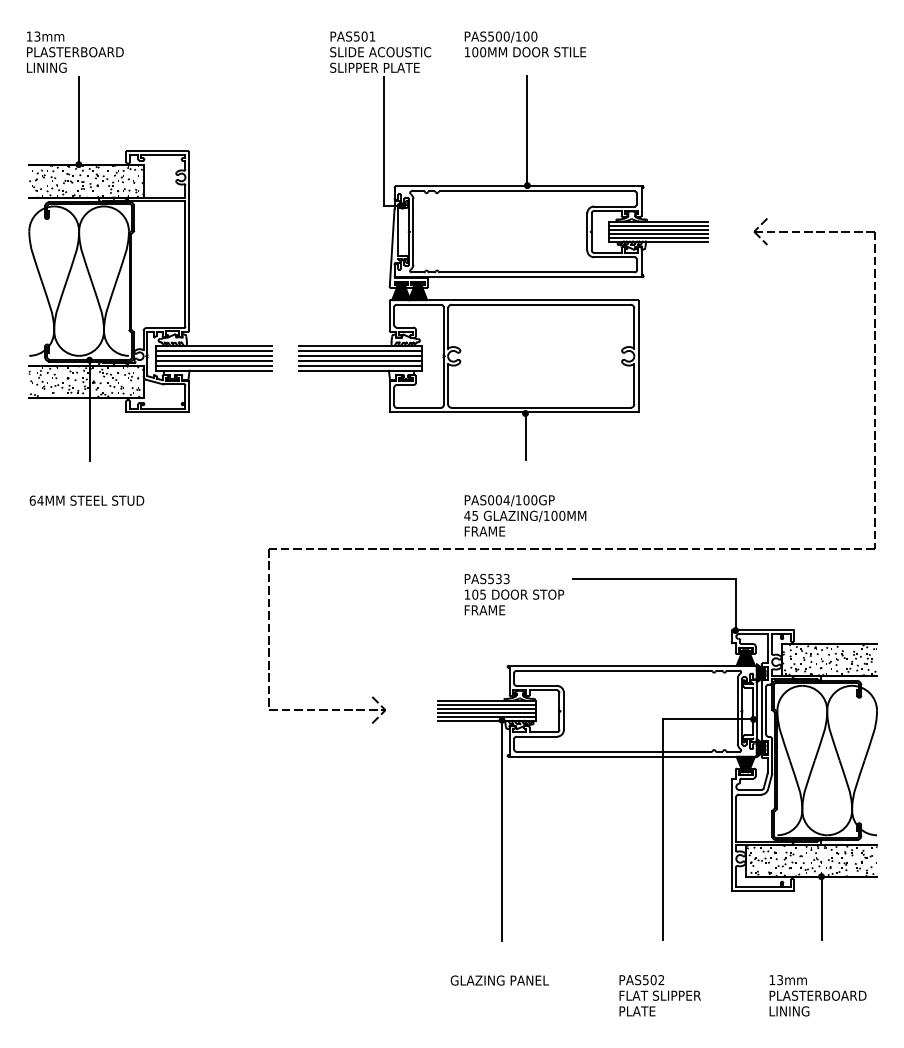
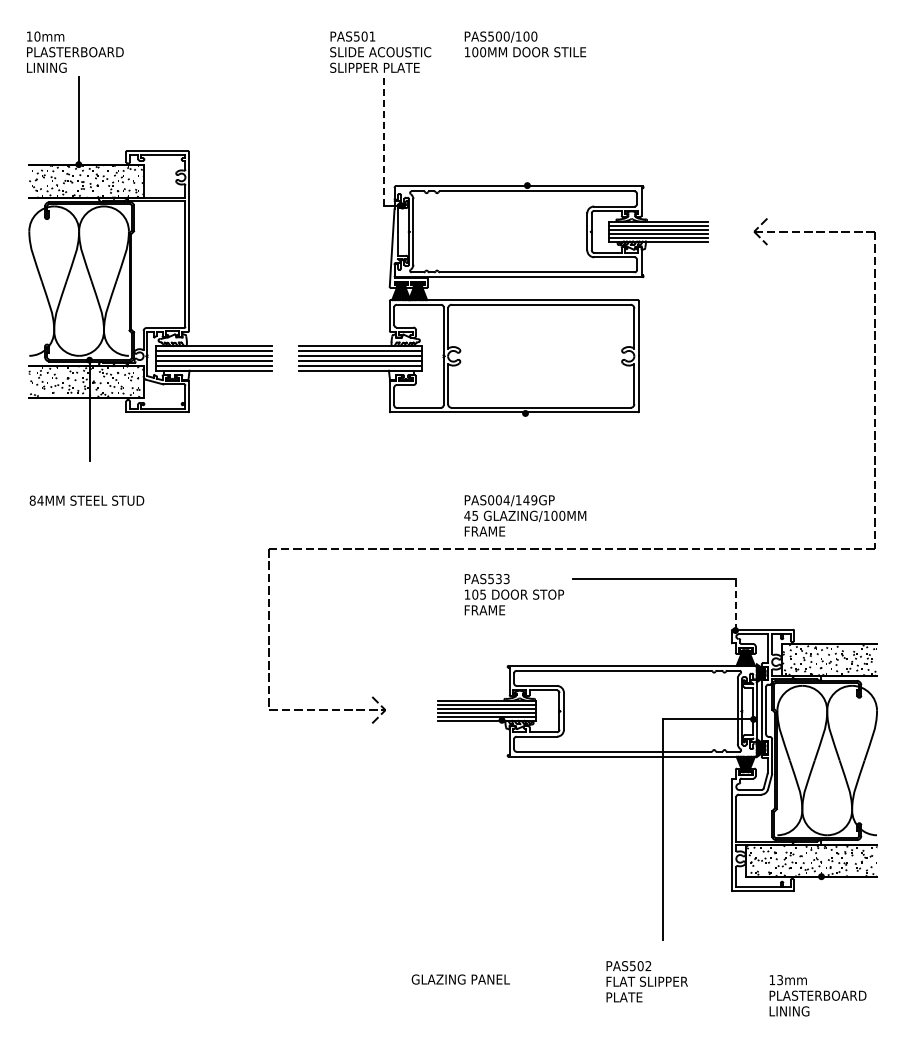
text at (37, 36): 13mm -> 10mm
line at (527, 130): present -> none
line at (383, 141): solid -> dashed
line at (525, 436): present -> none
text at (32, 500): 64MM -> 84MM
text at (530, 500): PAS004/100GP -> PAS004/149GP
line at (735, 604): solid -> dashed
line at (501, 830): present -> none
line at (821, 908): present -> none
text at (499, 980) position: (499, 980) -> (460, 979)
text at (659, 995) position: (659, 995) -> (646, 981)
